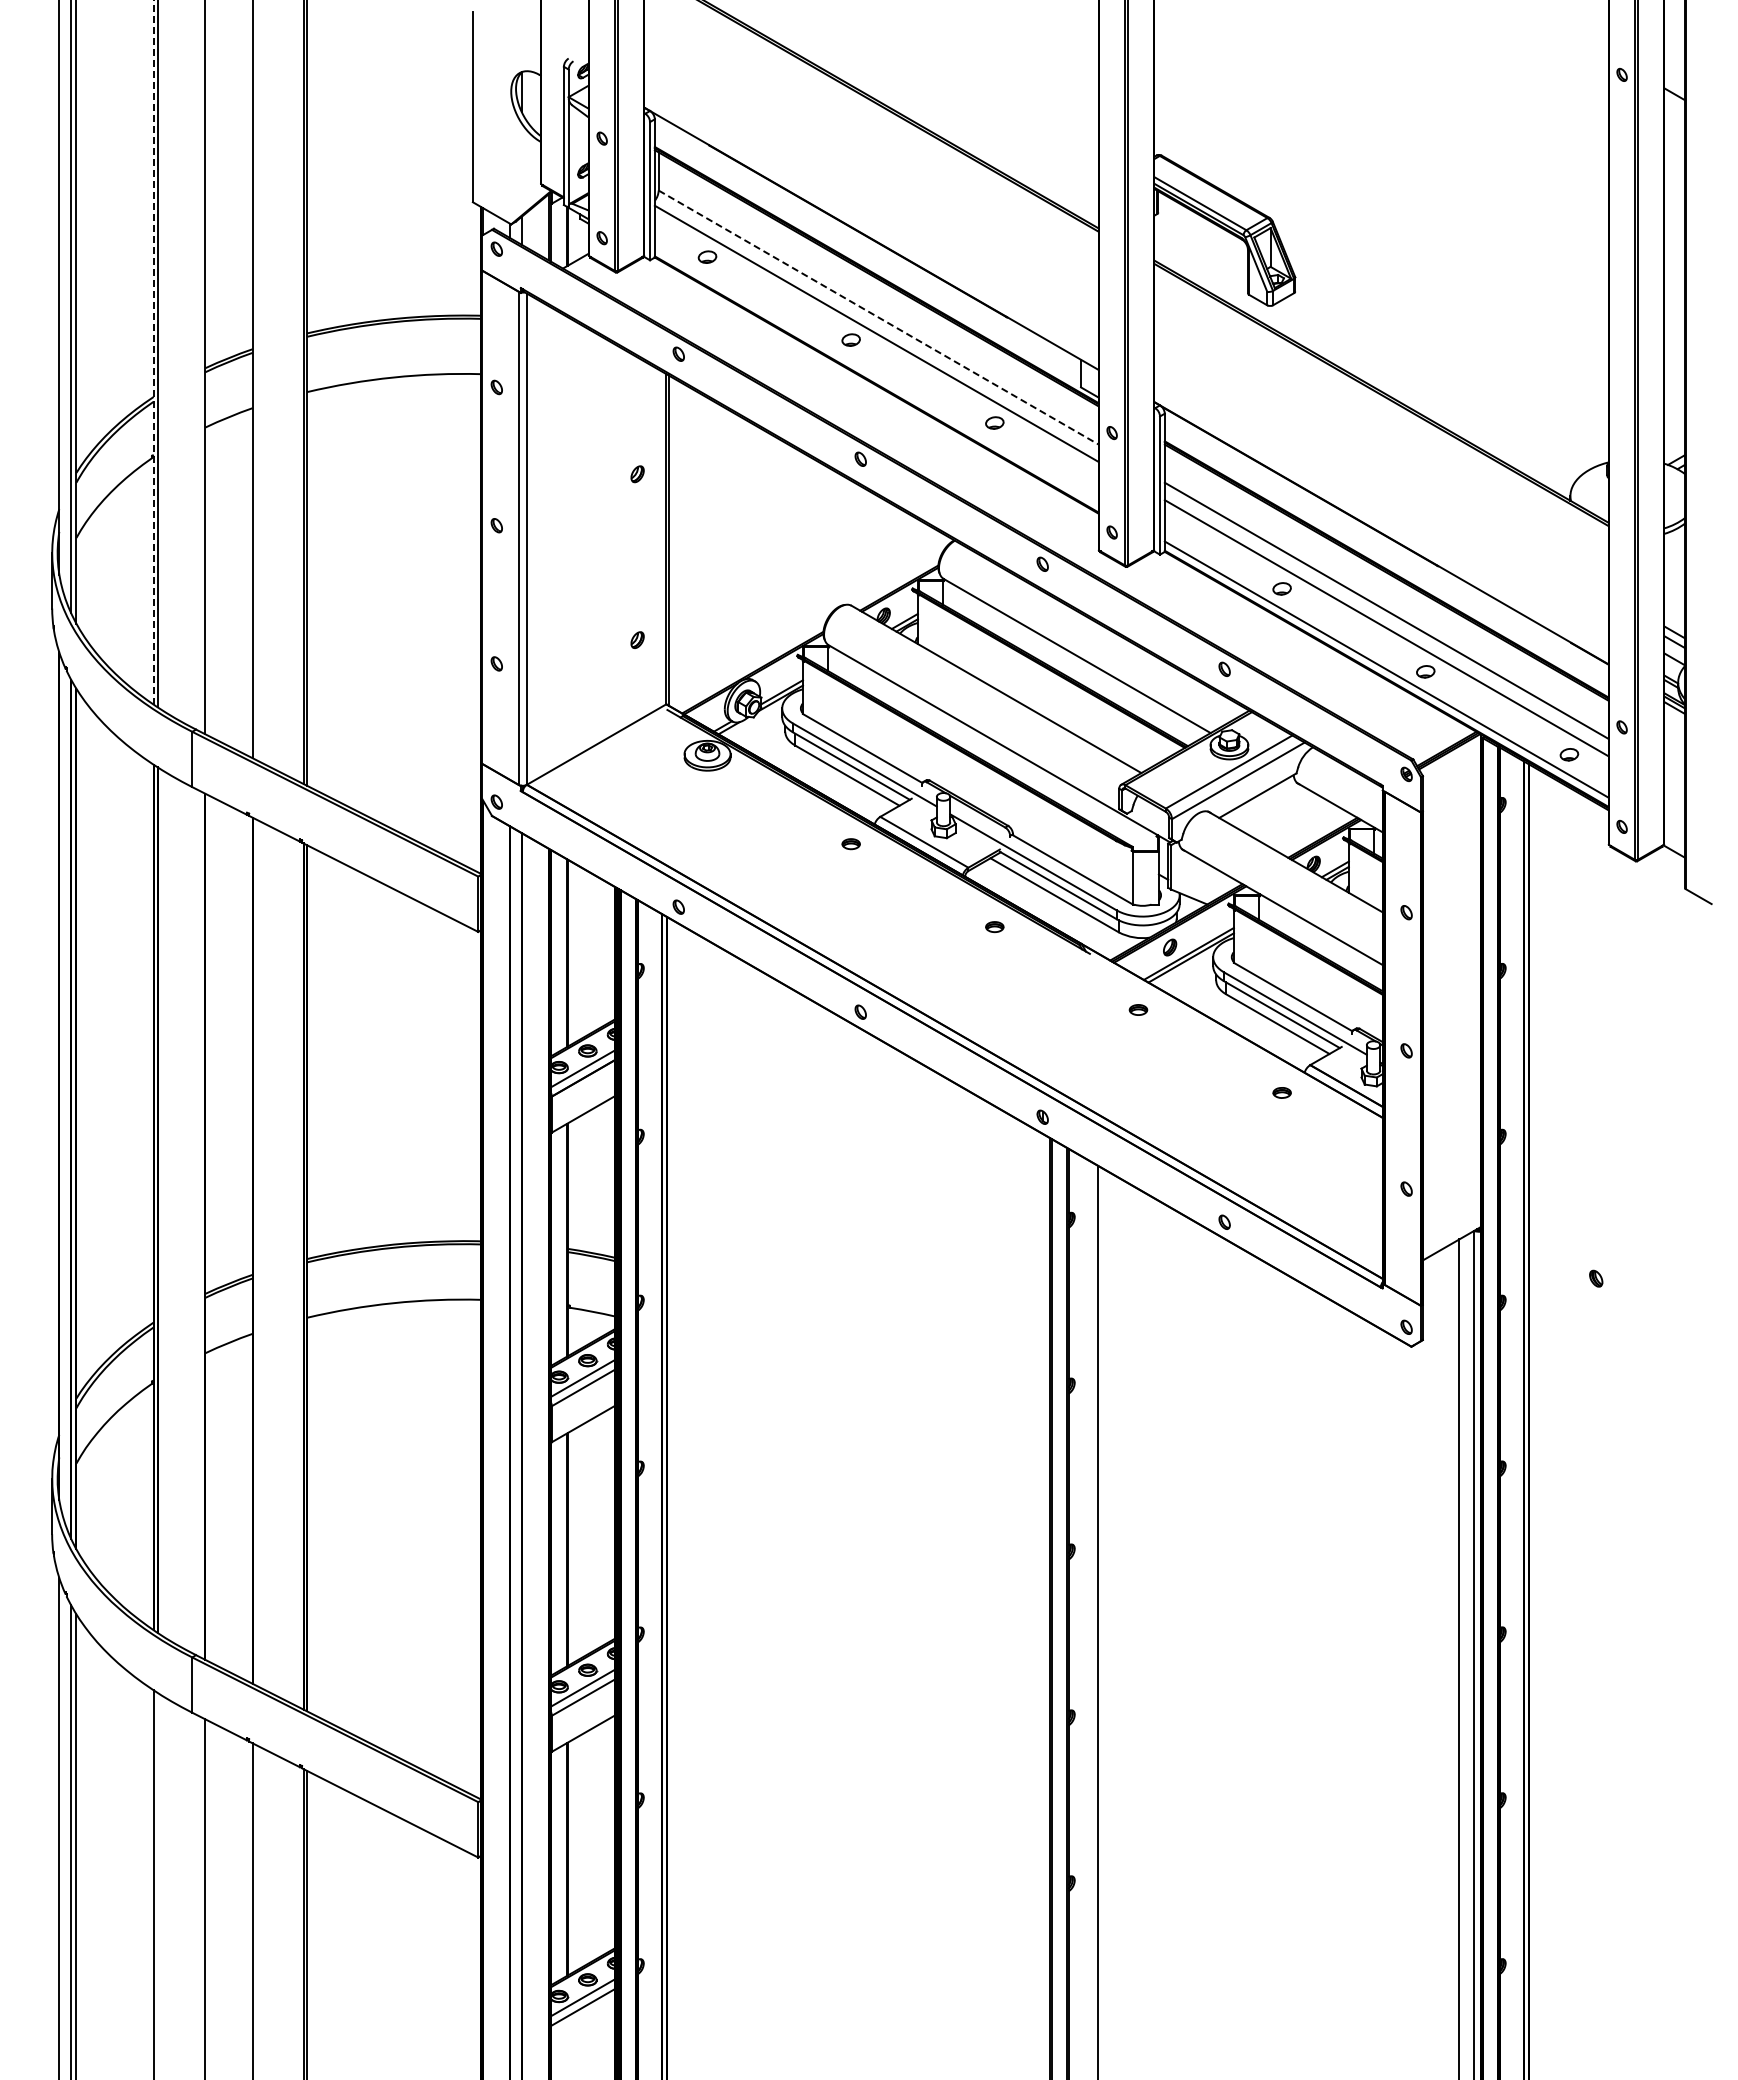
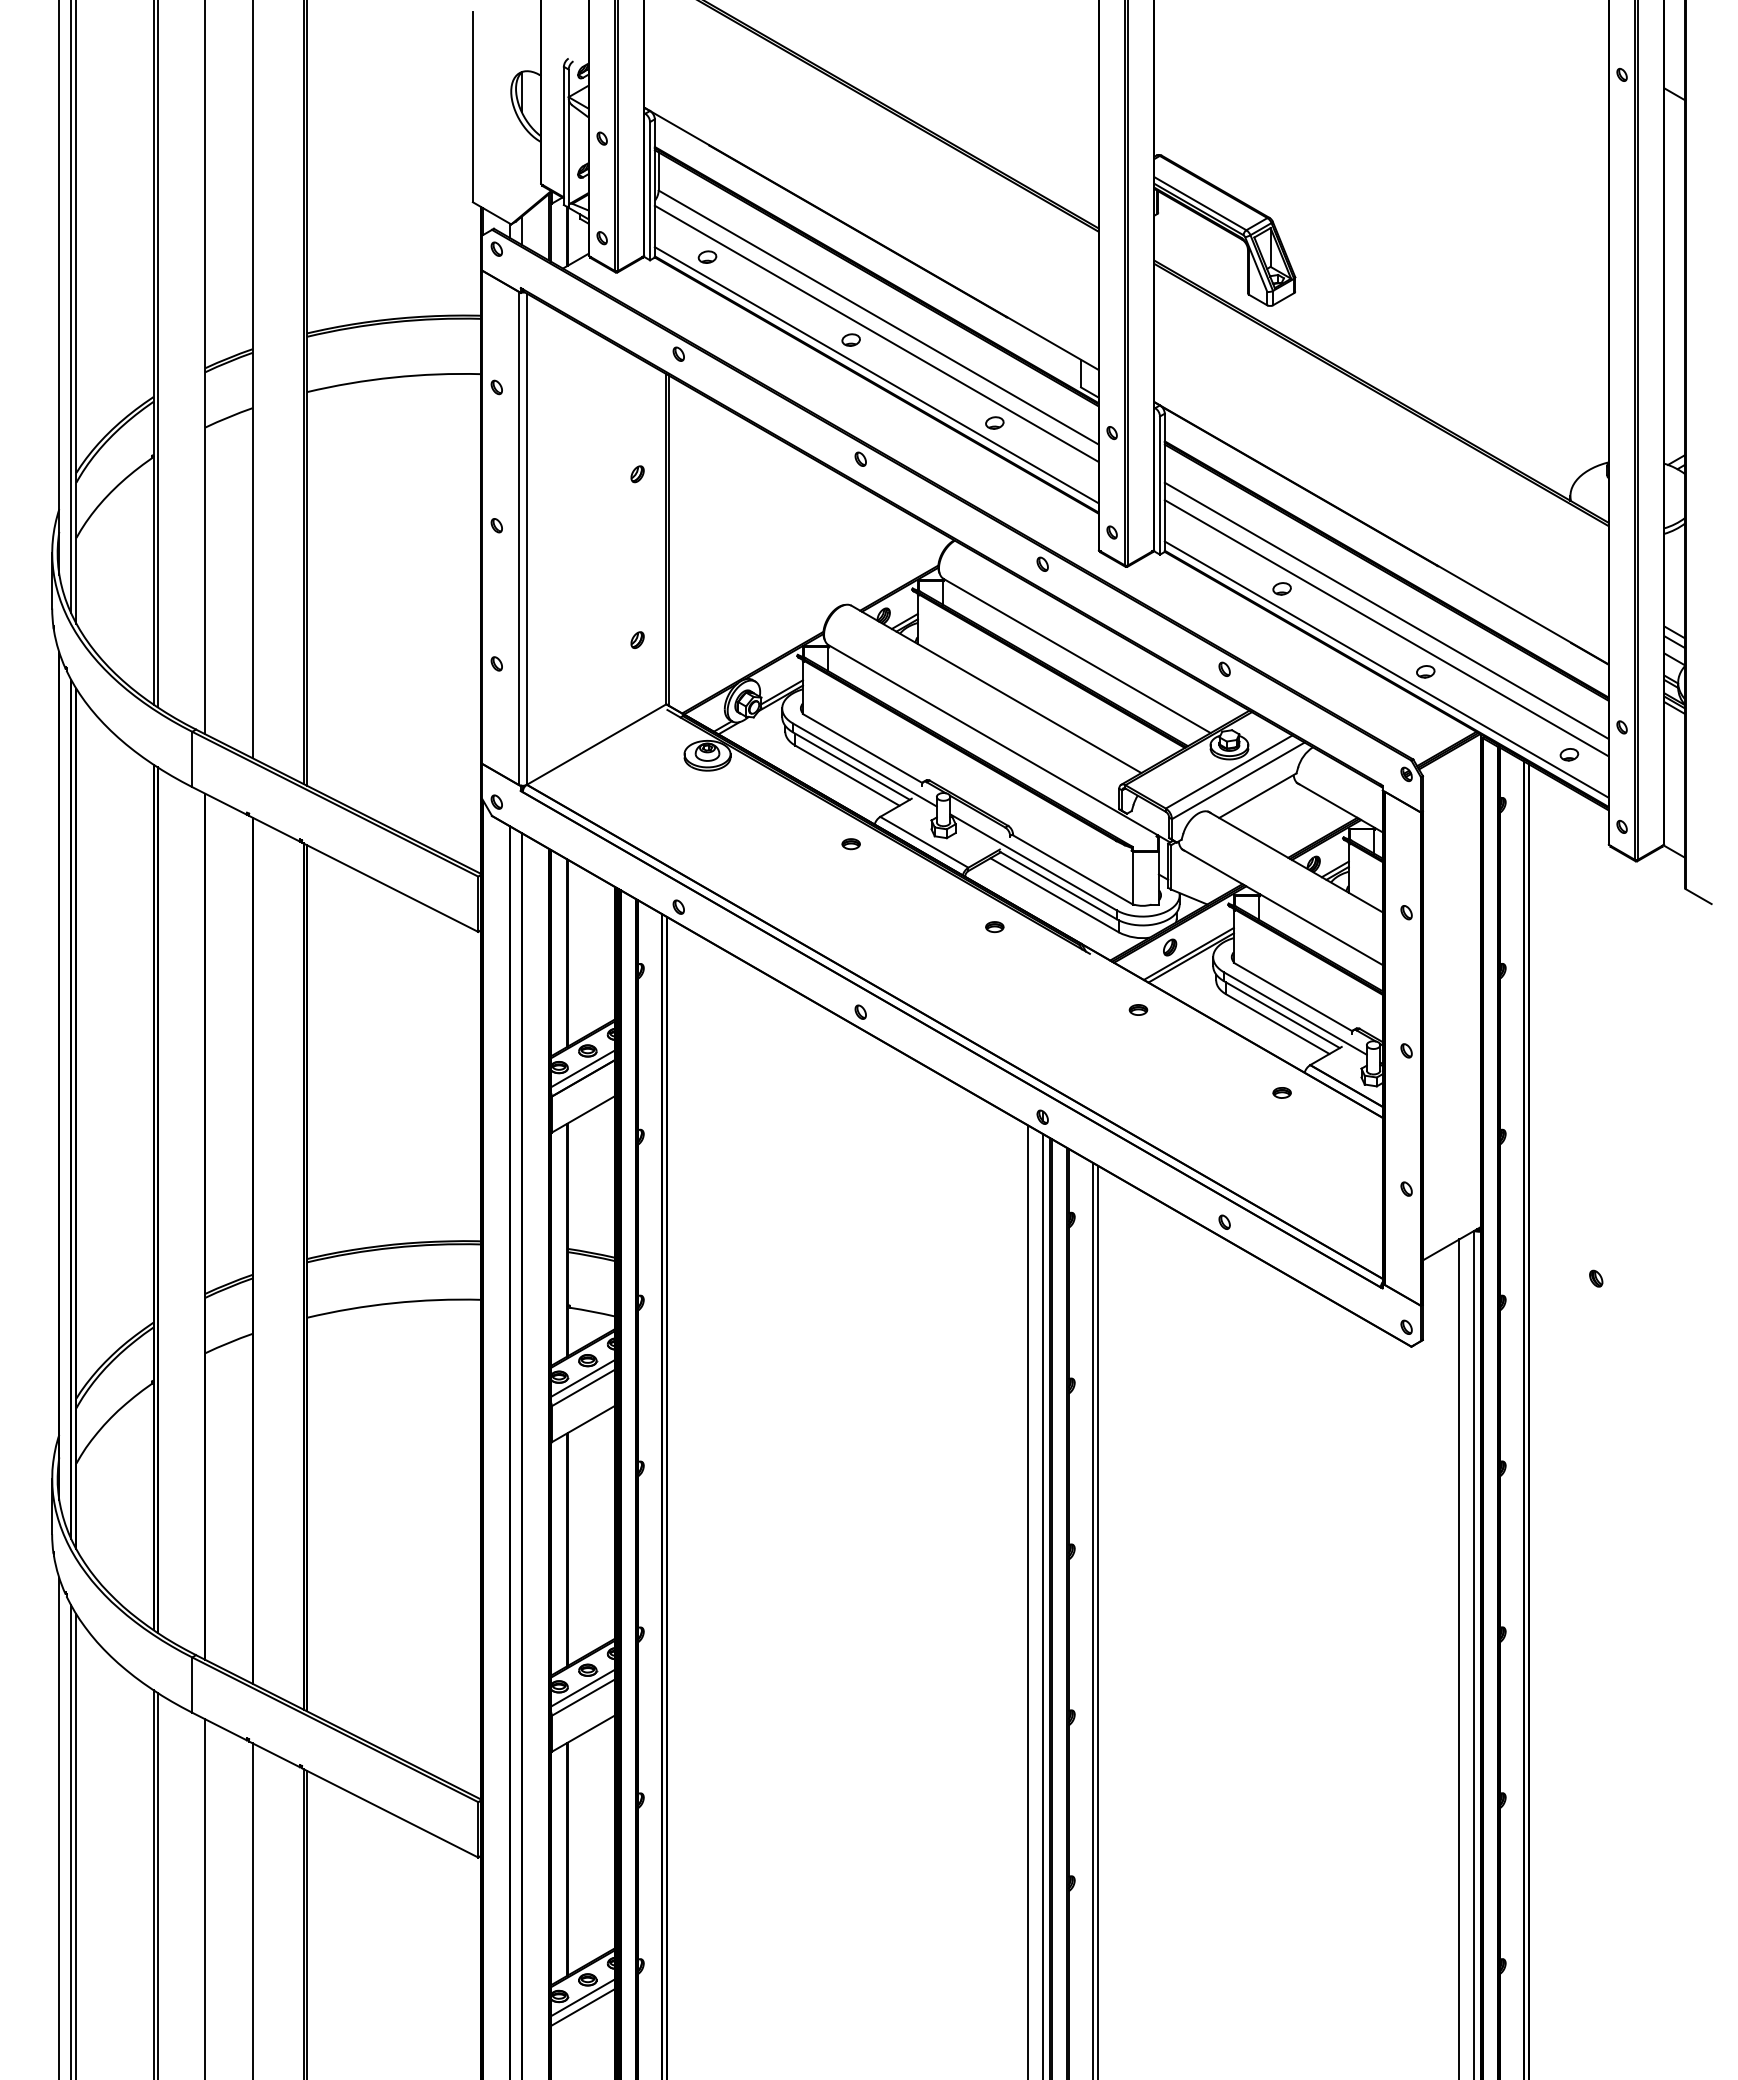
line at (878, 317): dashed -> solid
line at (153, 351): dashed -> solid
line at (876, 375): none -> present
line at (1028, 1600): none -> present
line at (1043, 1605): none -> present
line at (1093, 1619): none -> present
line at (157, 1884): none -> present
